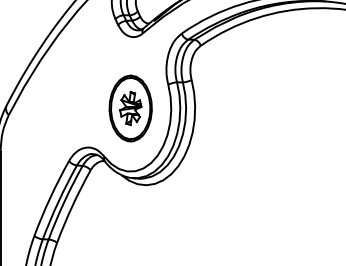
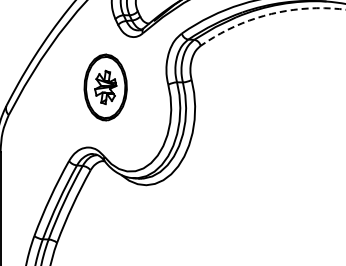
arc at (270, 14): solid -> dashed
part at (130, 108) position: (130, 108) -> (105, 87)
